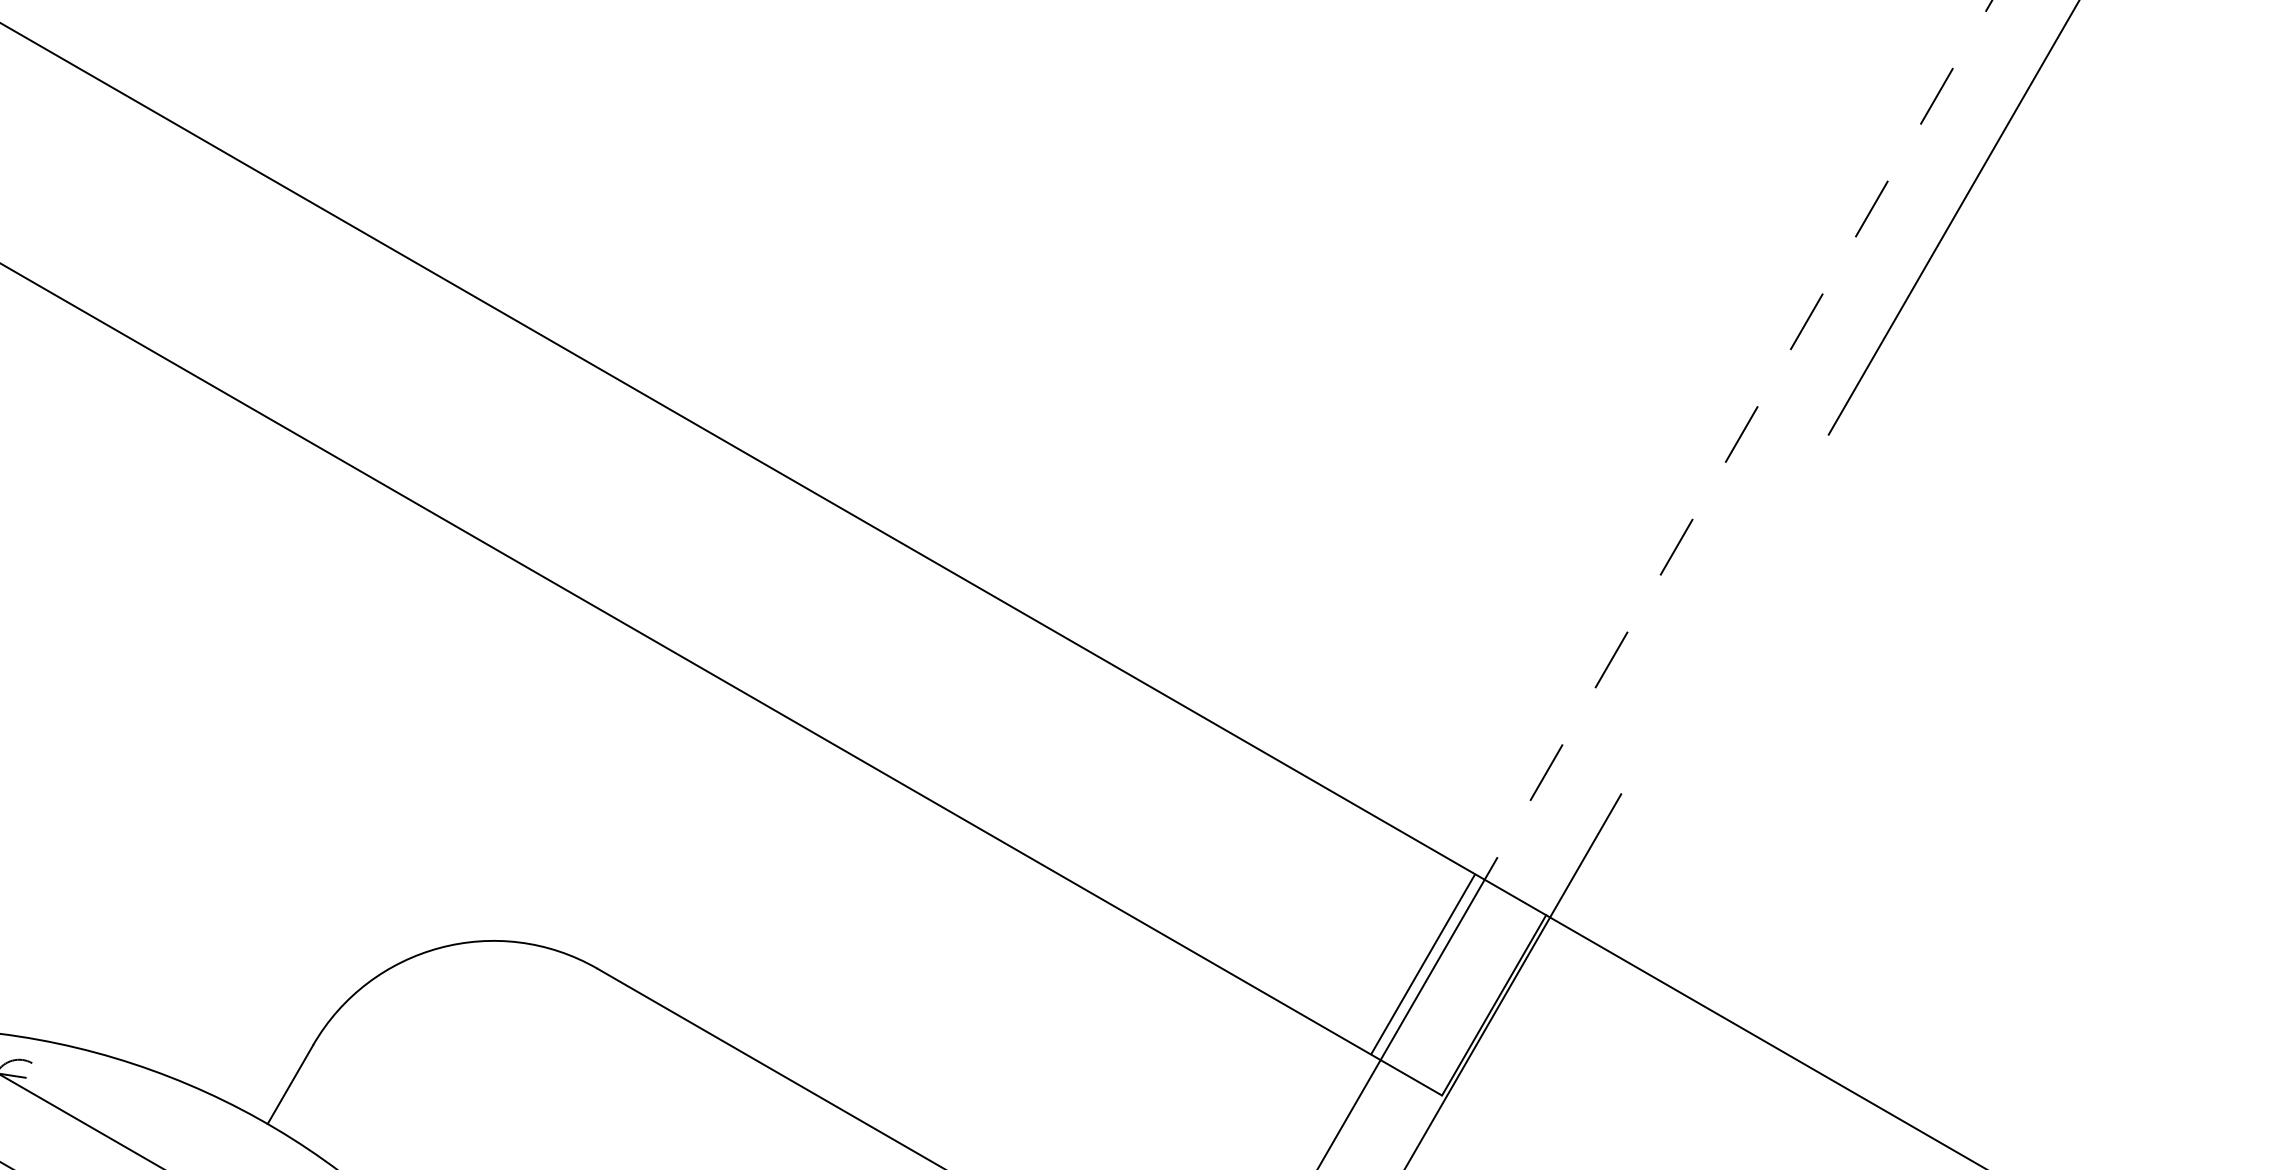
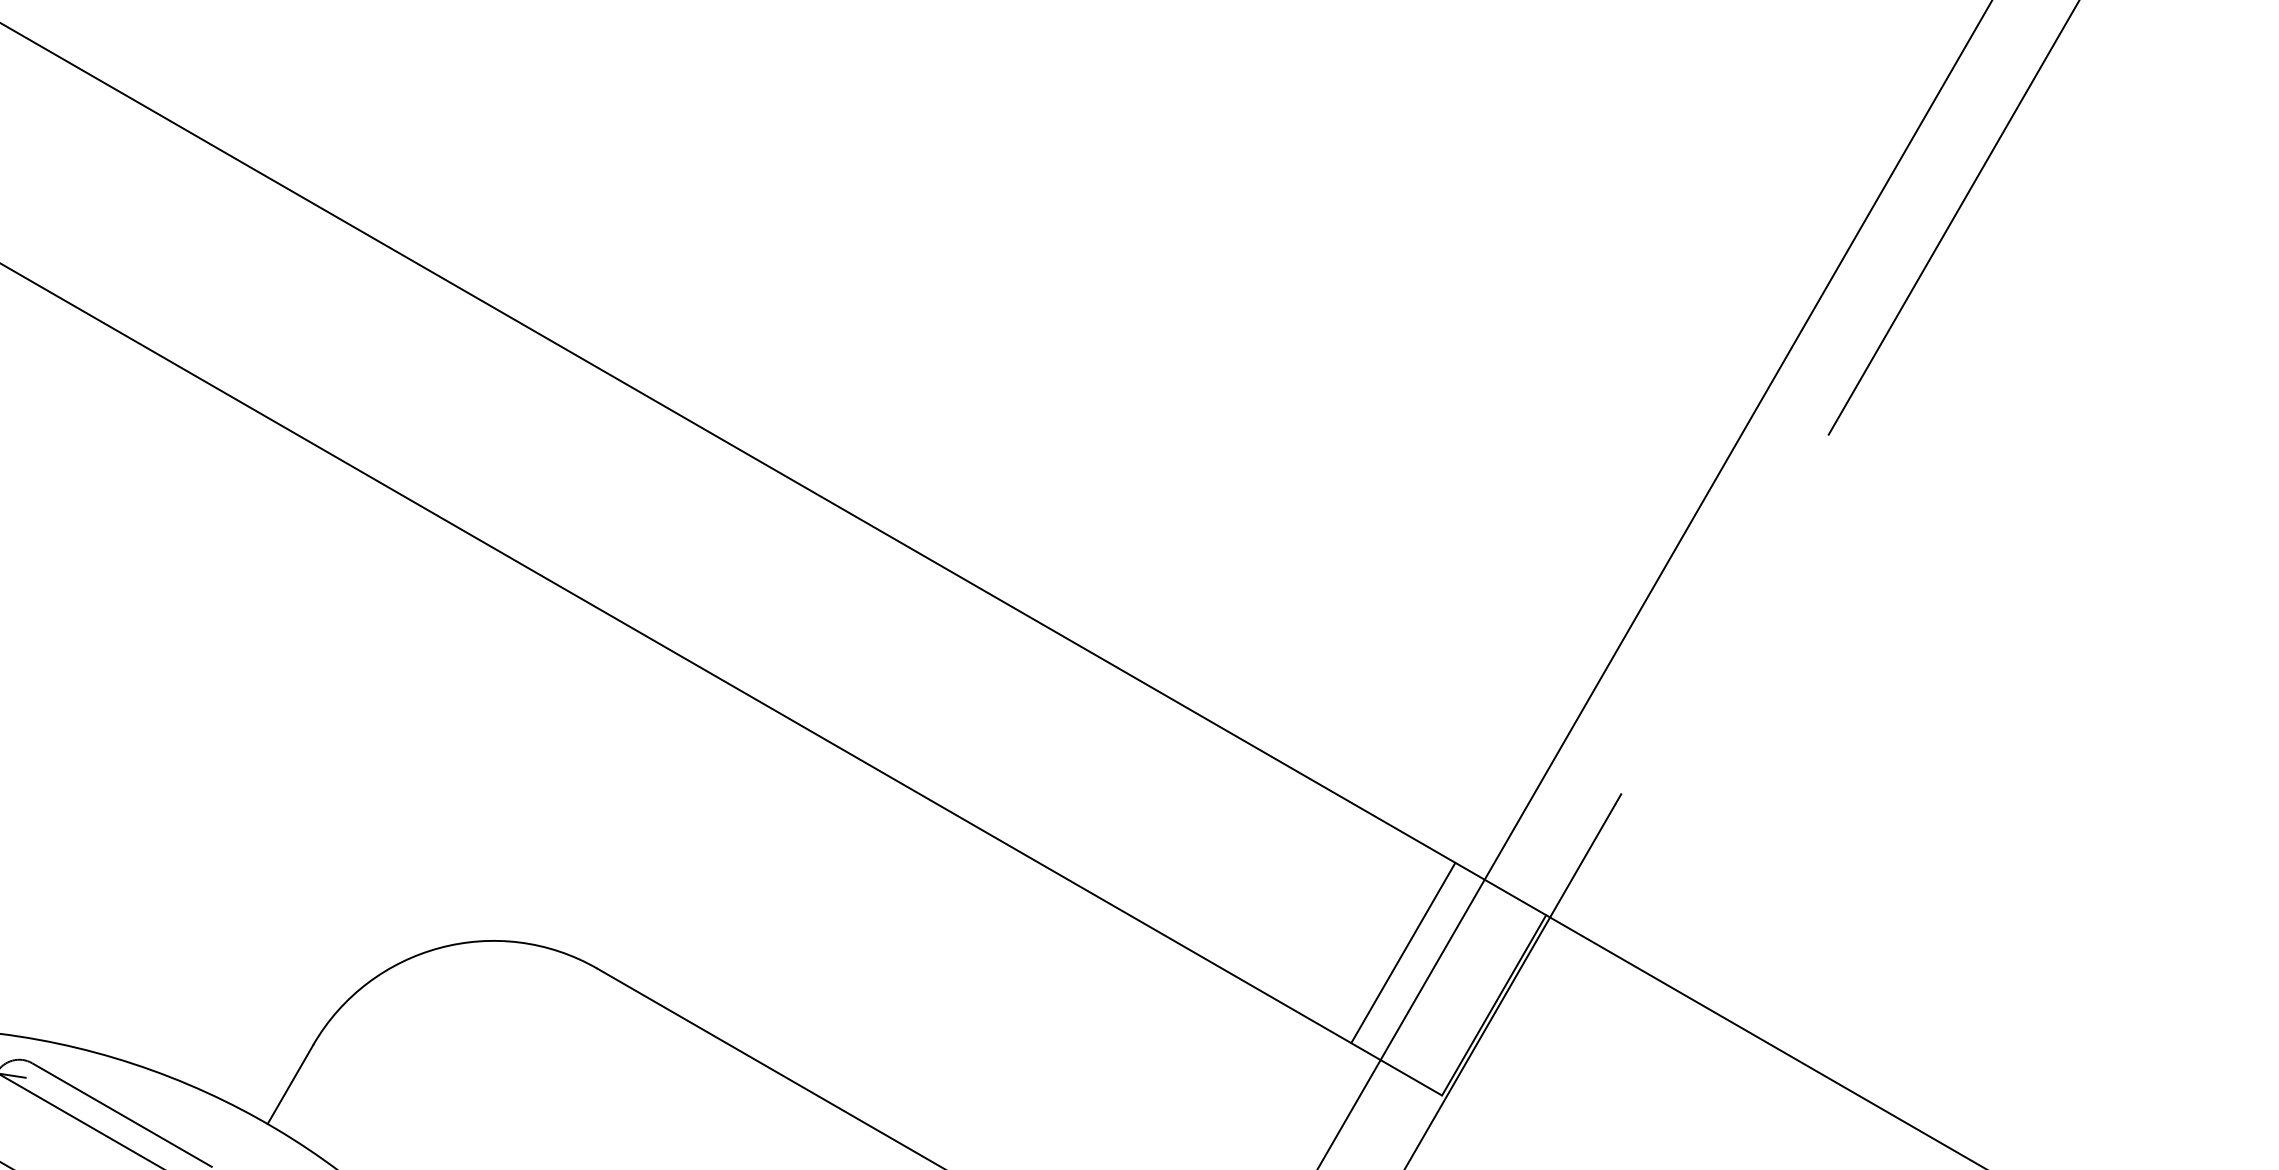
line at (1738, 440): dashed -> solid
line at (1423, 963) position: (1423, 963) -> (1403, 952)
line at (121, 1114): none -> present
